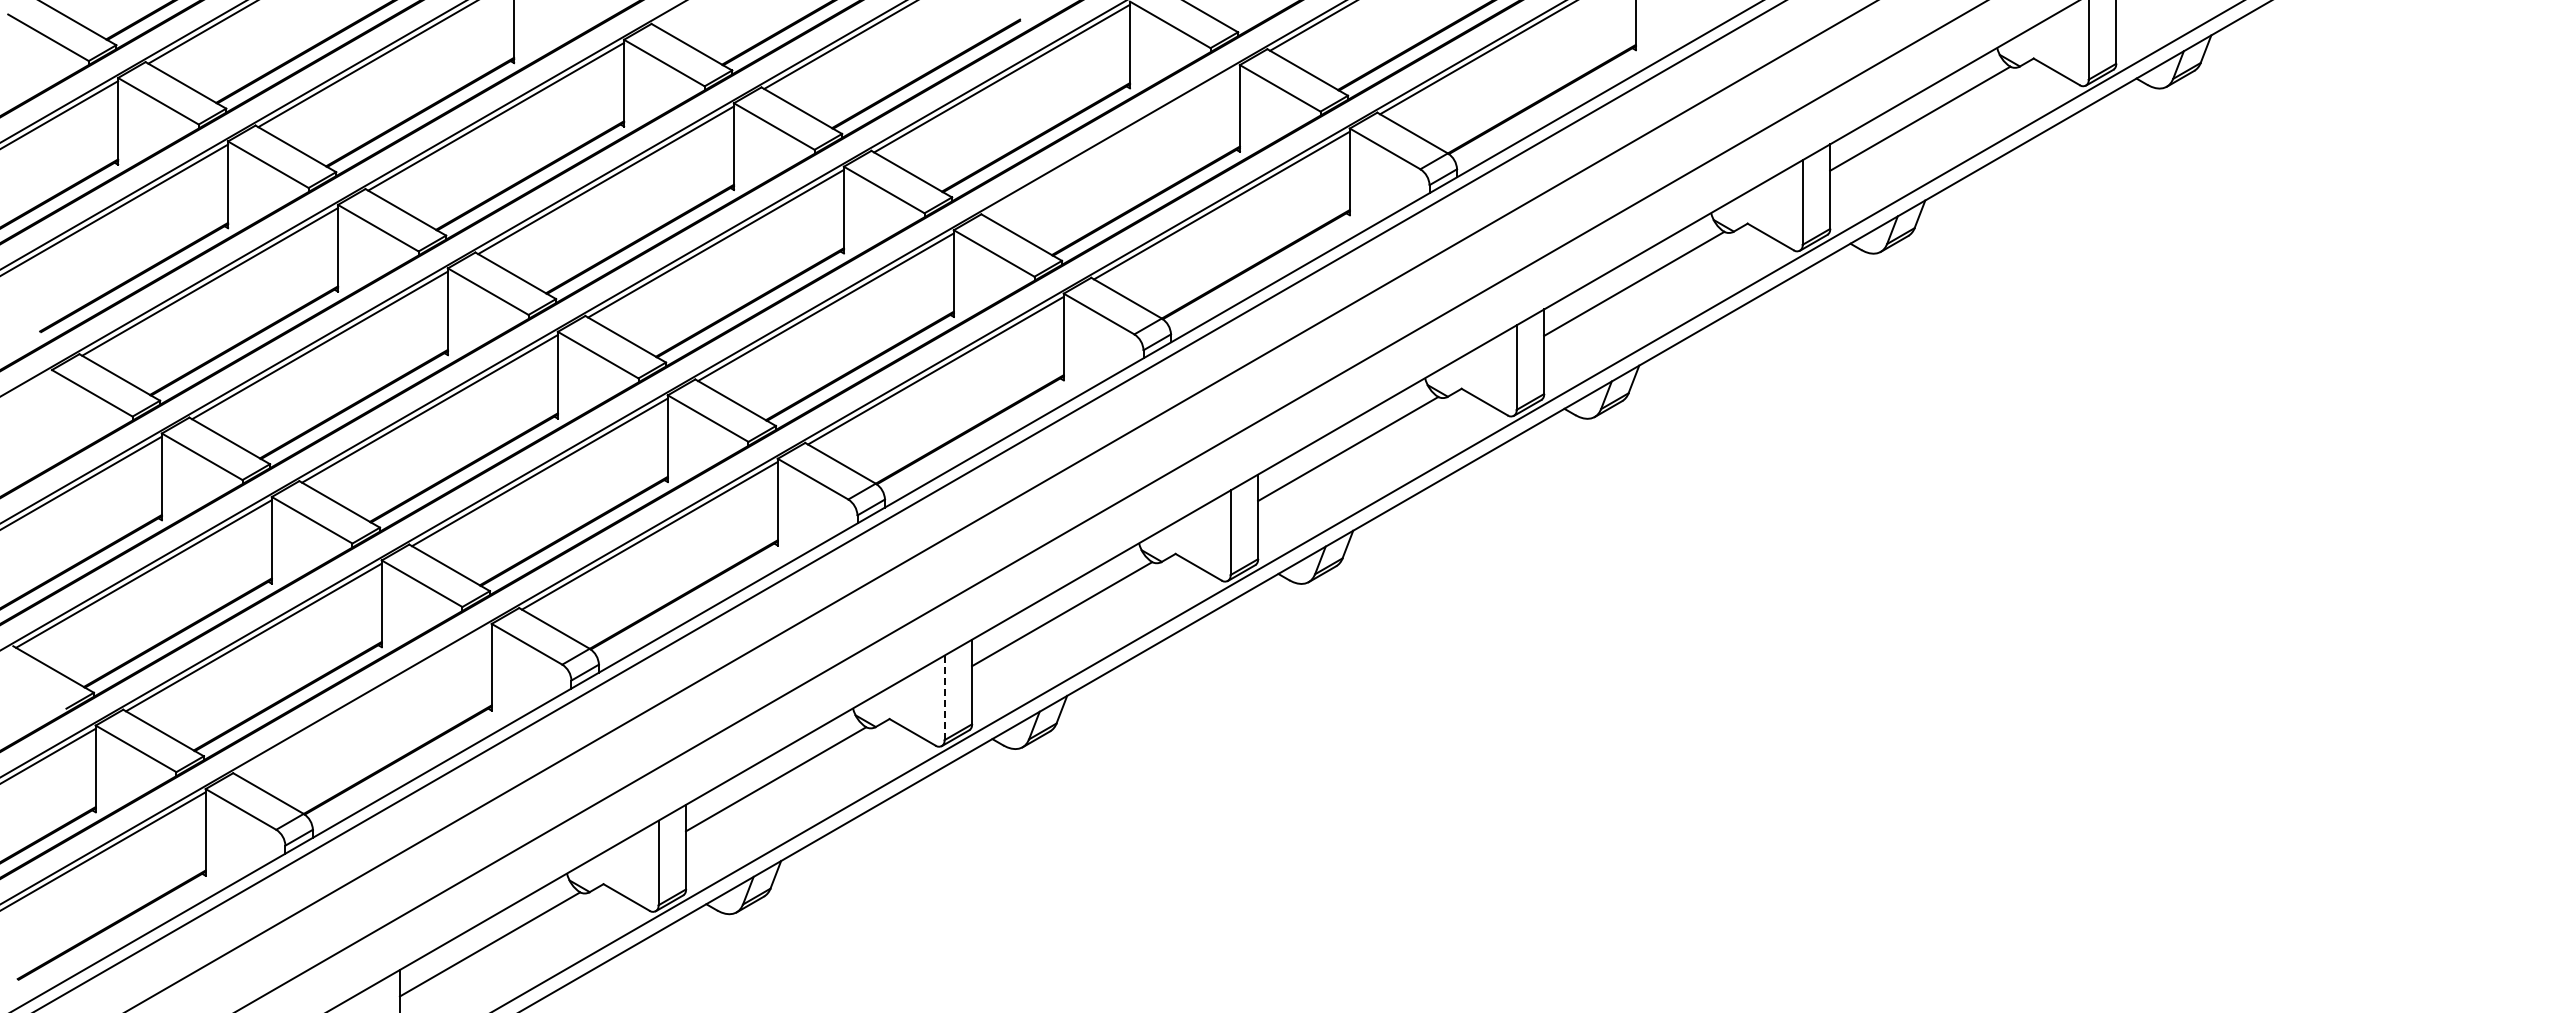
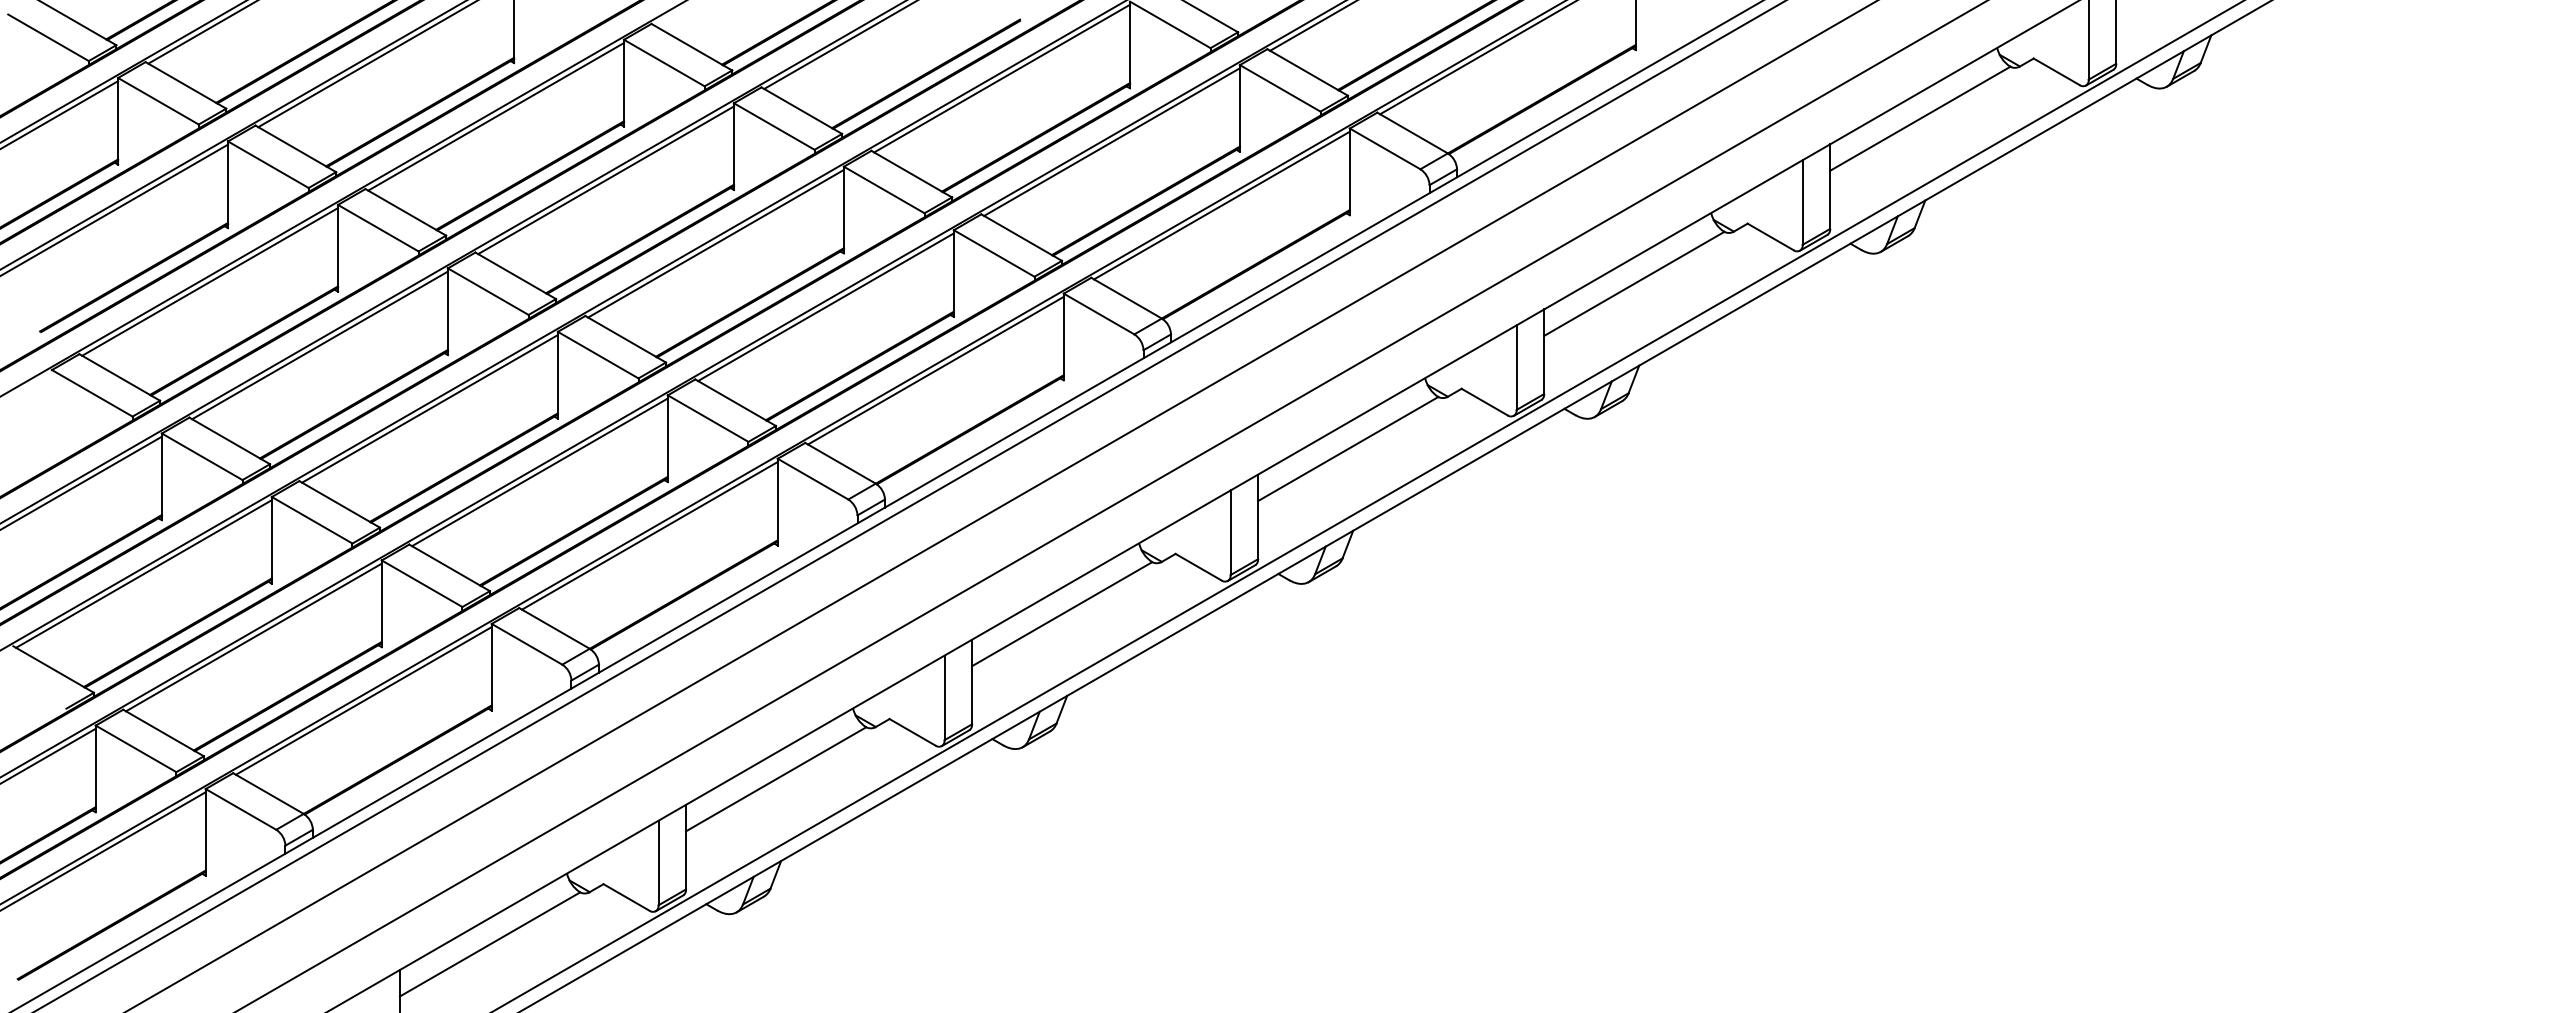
line at (1111, 141): none -> present
line at (944, 698): dashed -> solid
line at (363, 700): none -> present
